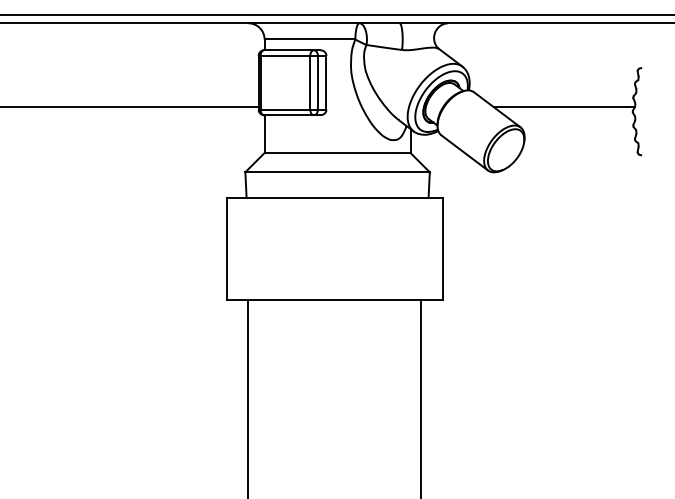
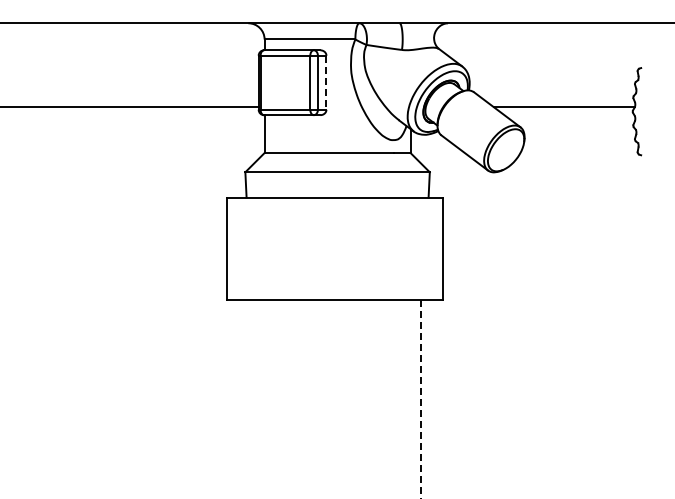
line at (336, 15): present -> none
line at (326, 83): solid -> dashed
line at (248, 397): present -> none
line at (421, 400): solid -> dashed
